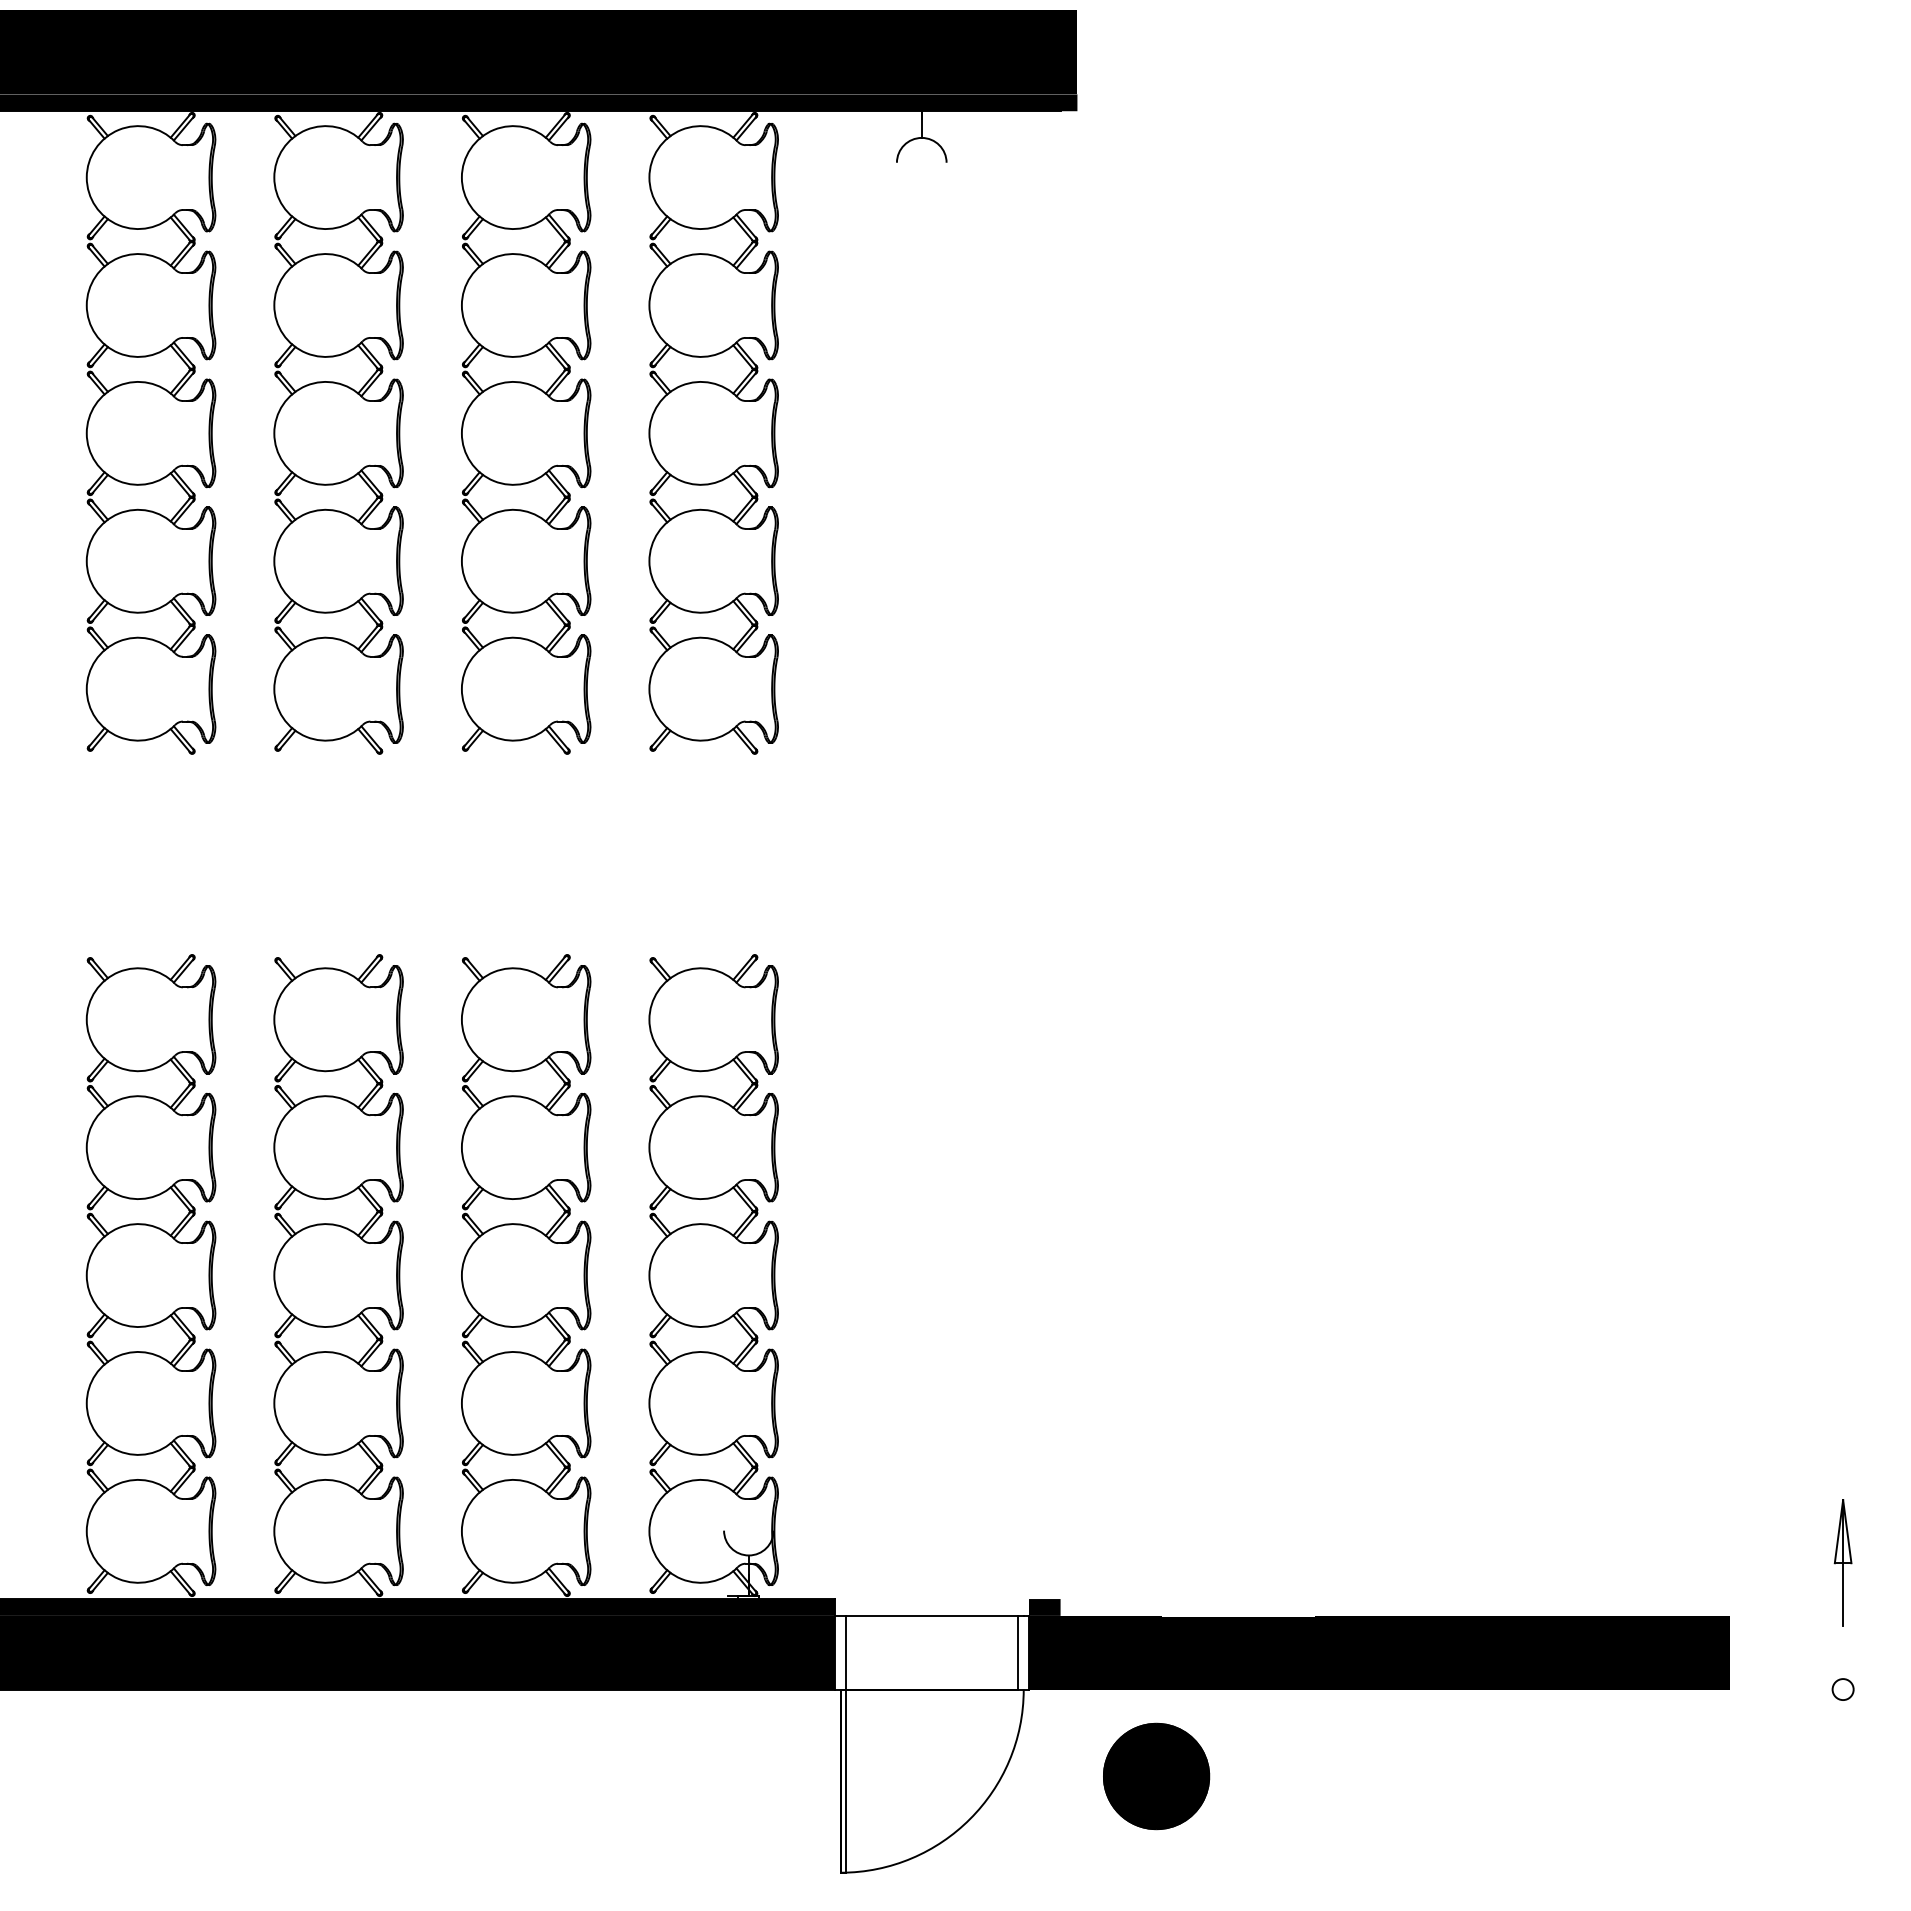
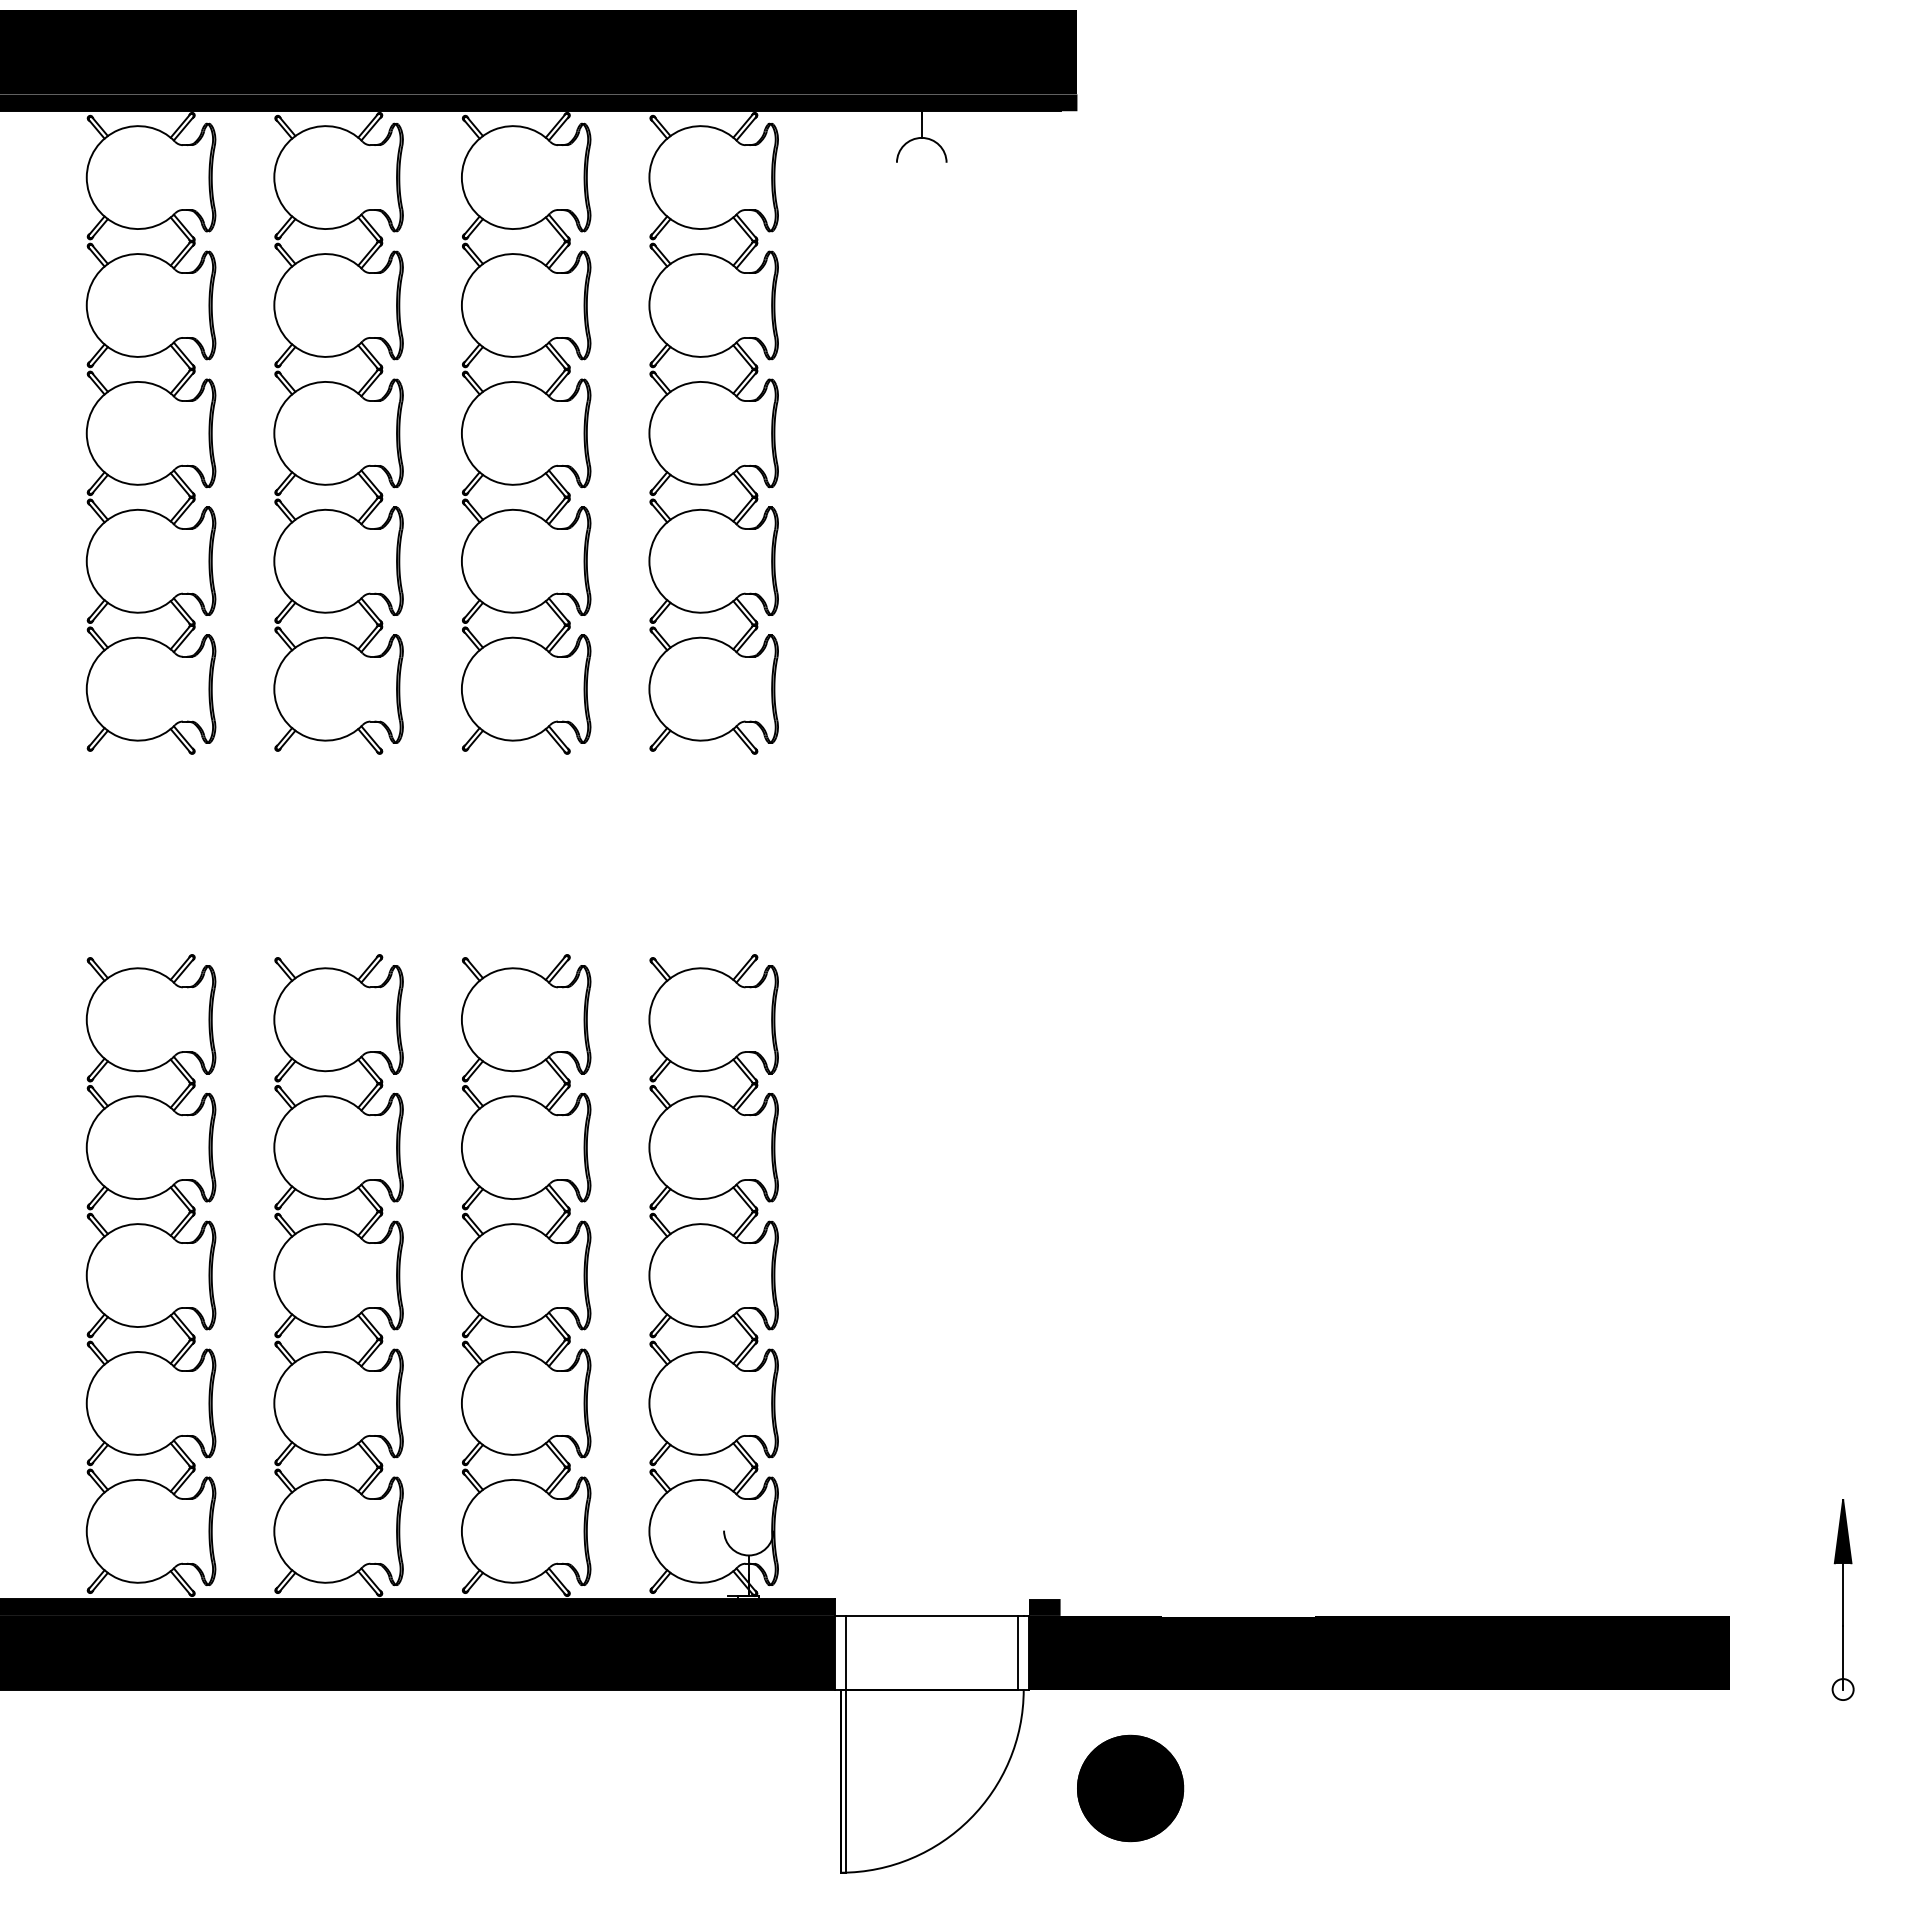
fill at (1842, 1531): none -> present
line at (1843, 1657): none -> present
part at (1156, 1776) position: (1156, 1776) -> (1130, 1788)
